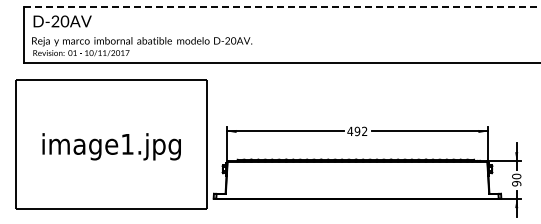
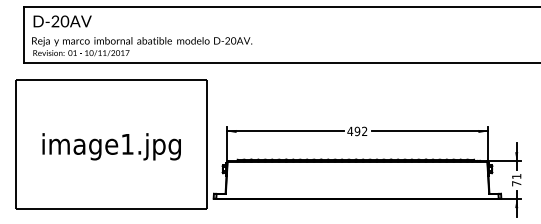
line at (283, 6): dashed -> solid
text at (516, 179): 90 -> 71
